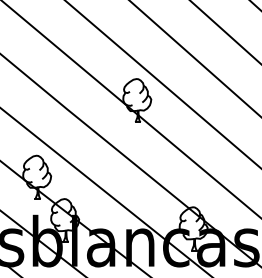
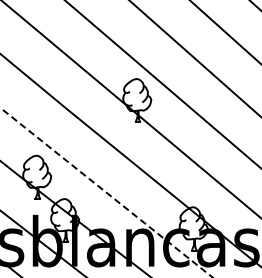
line at (106, 192): solid -> dashed
